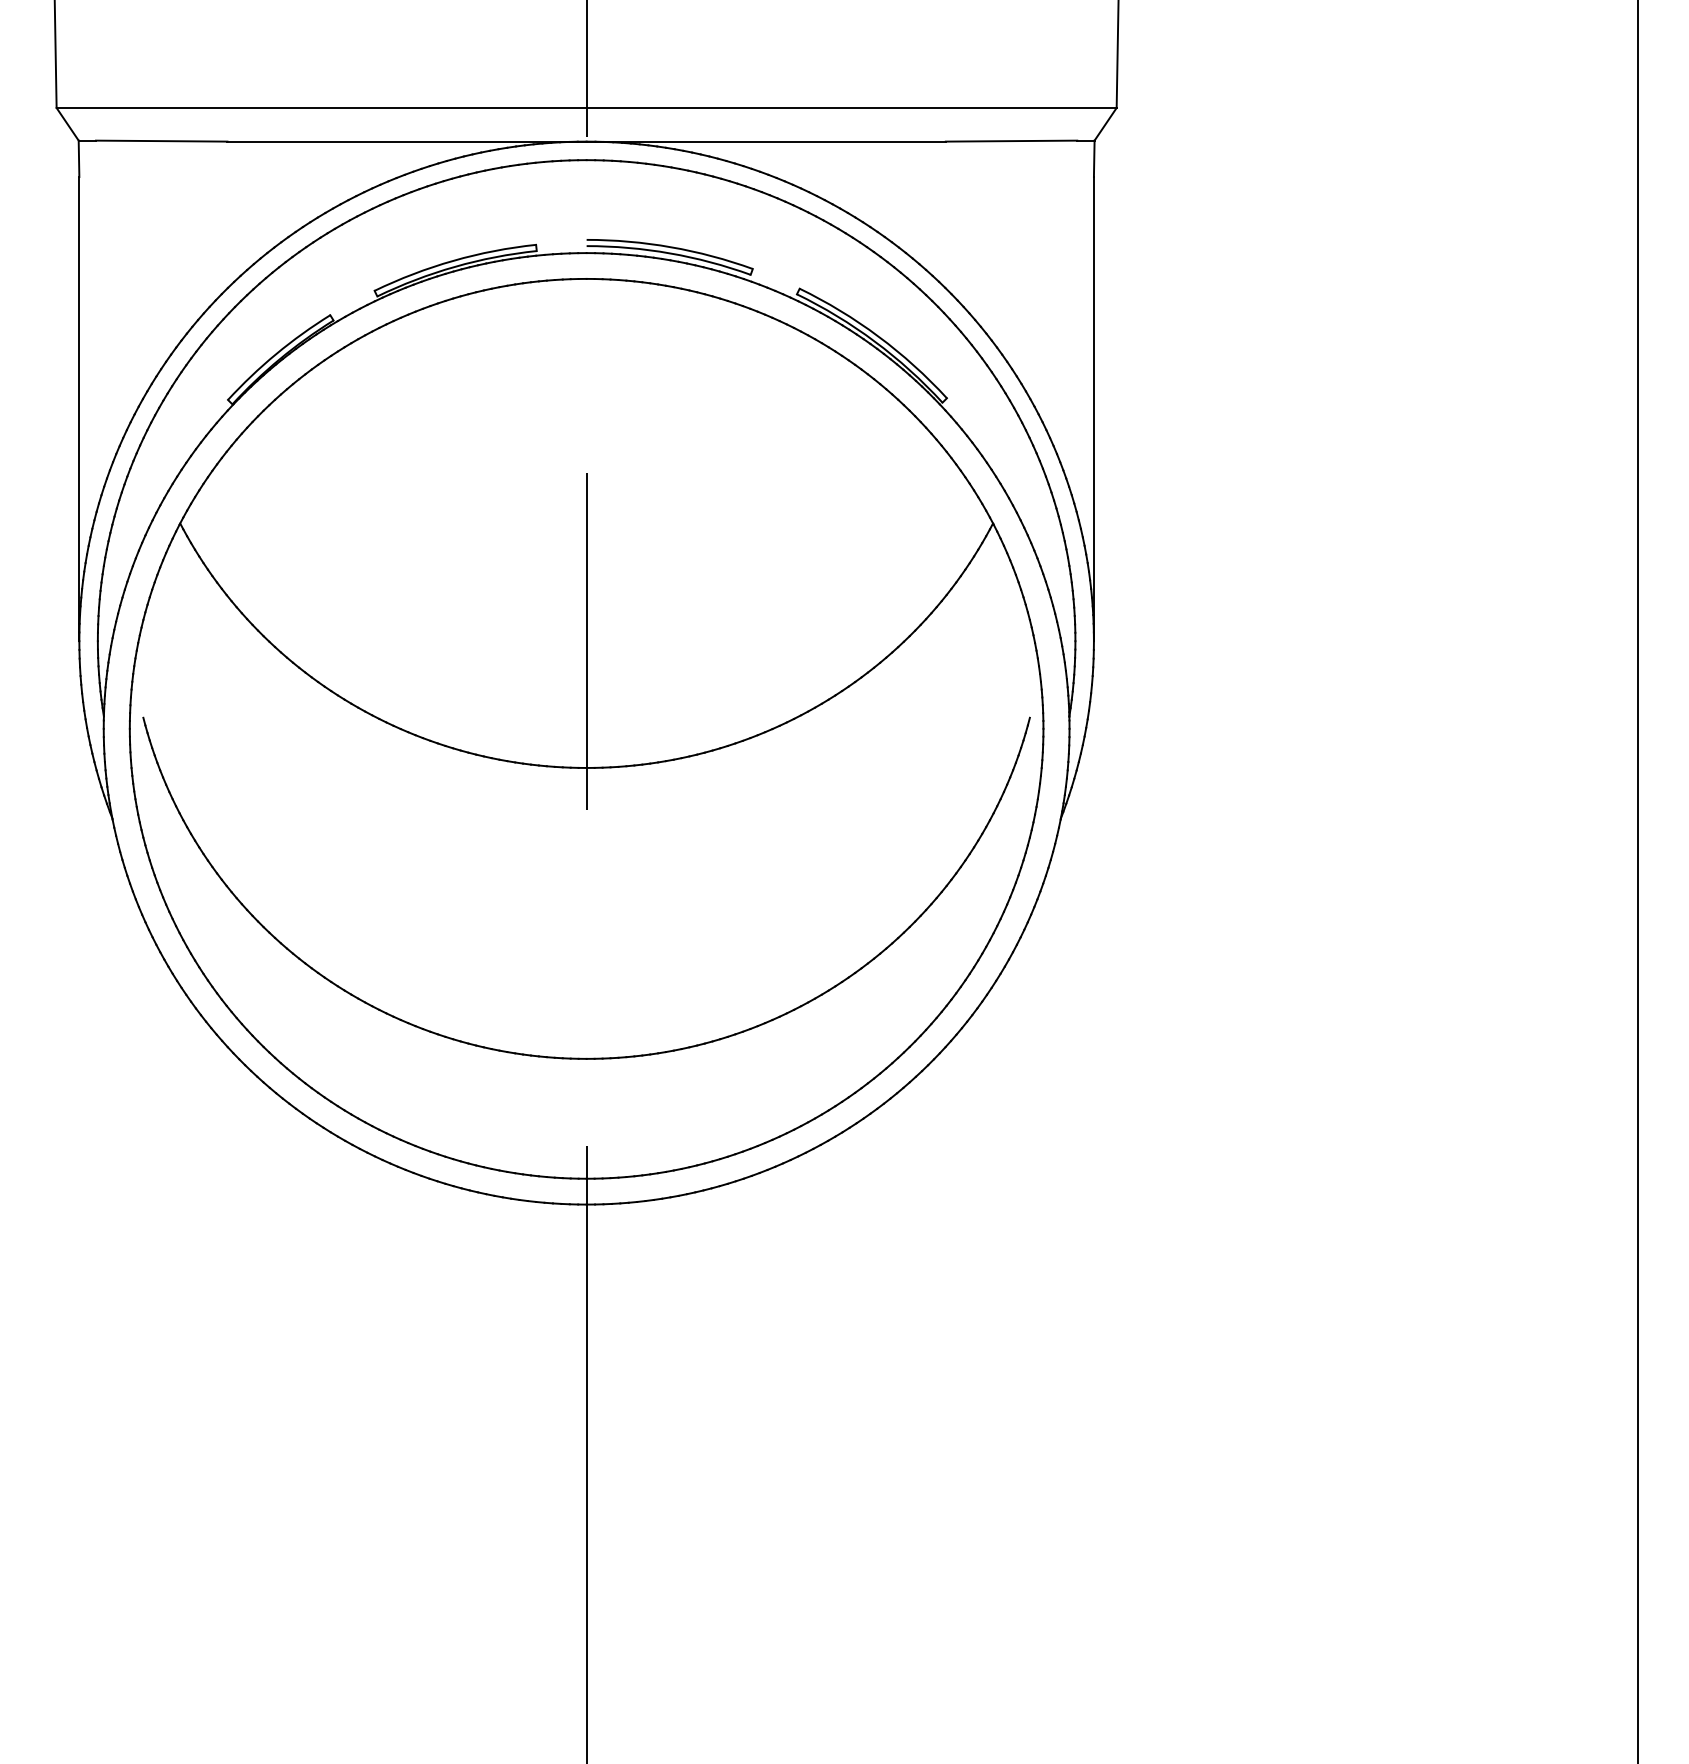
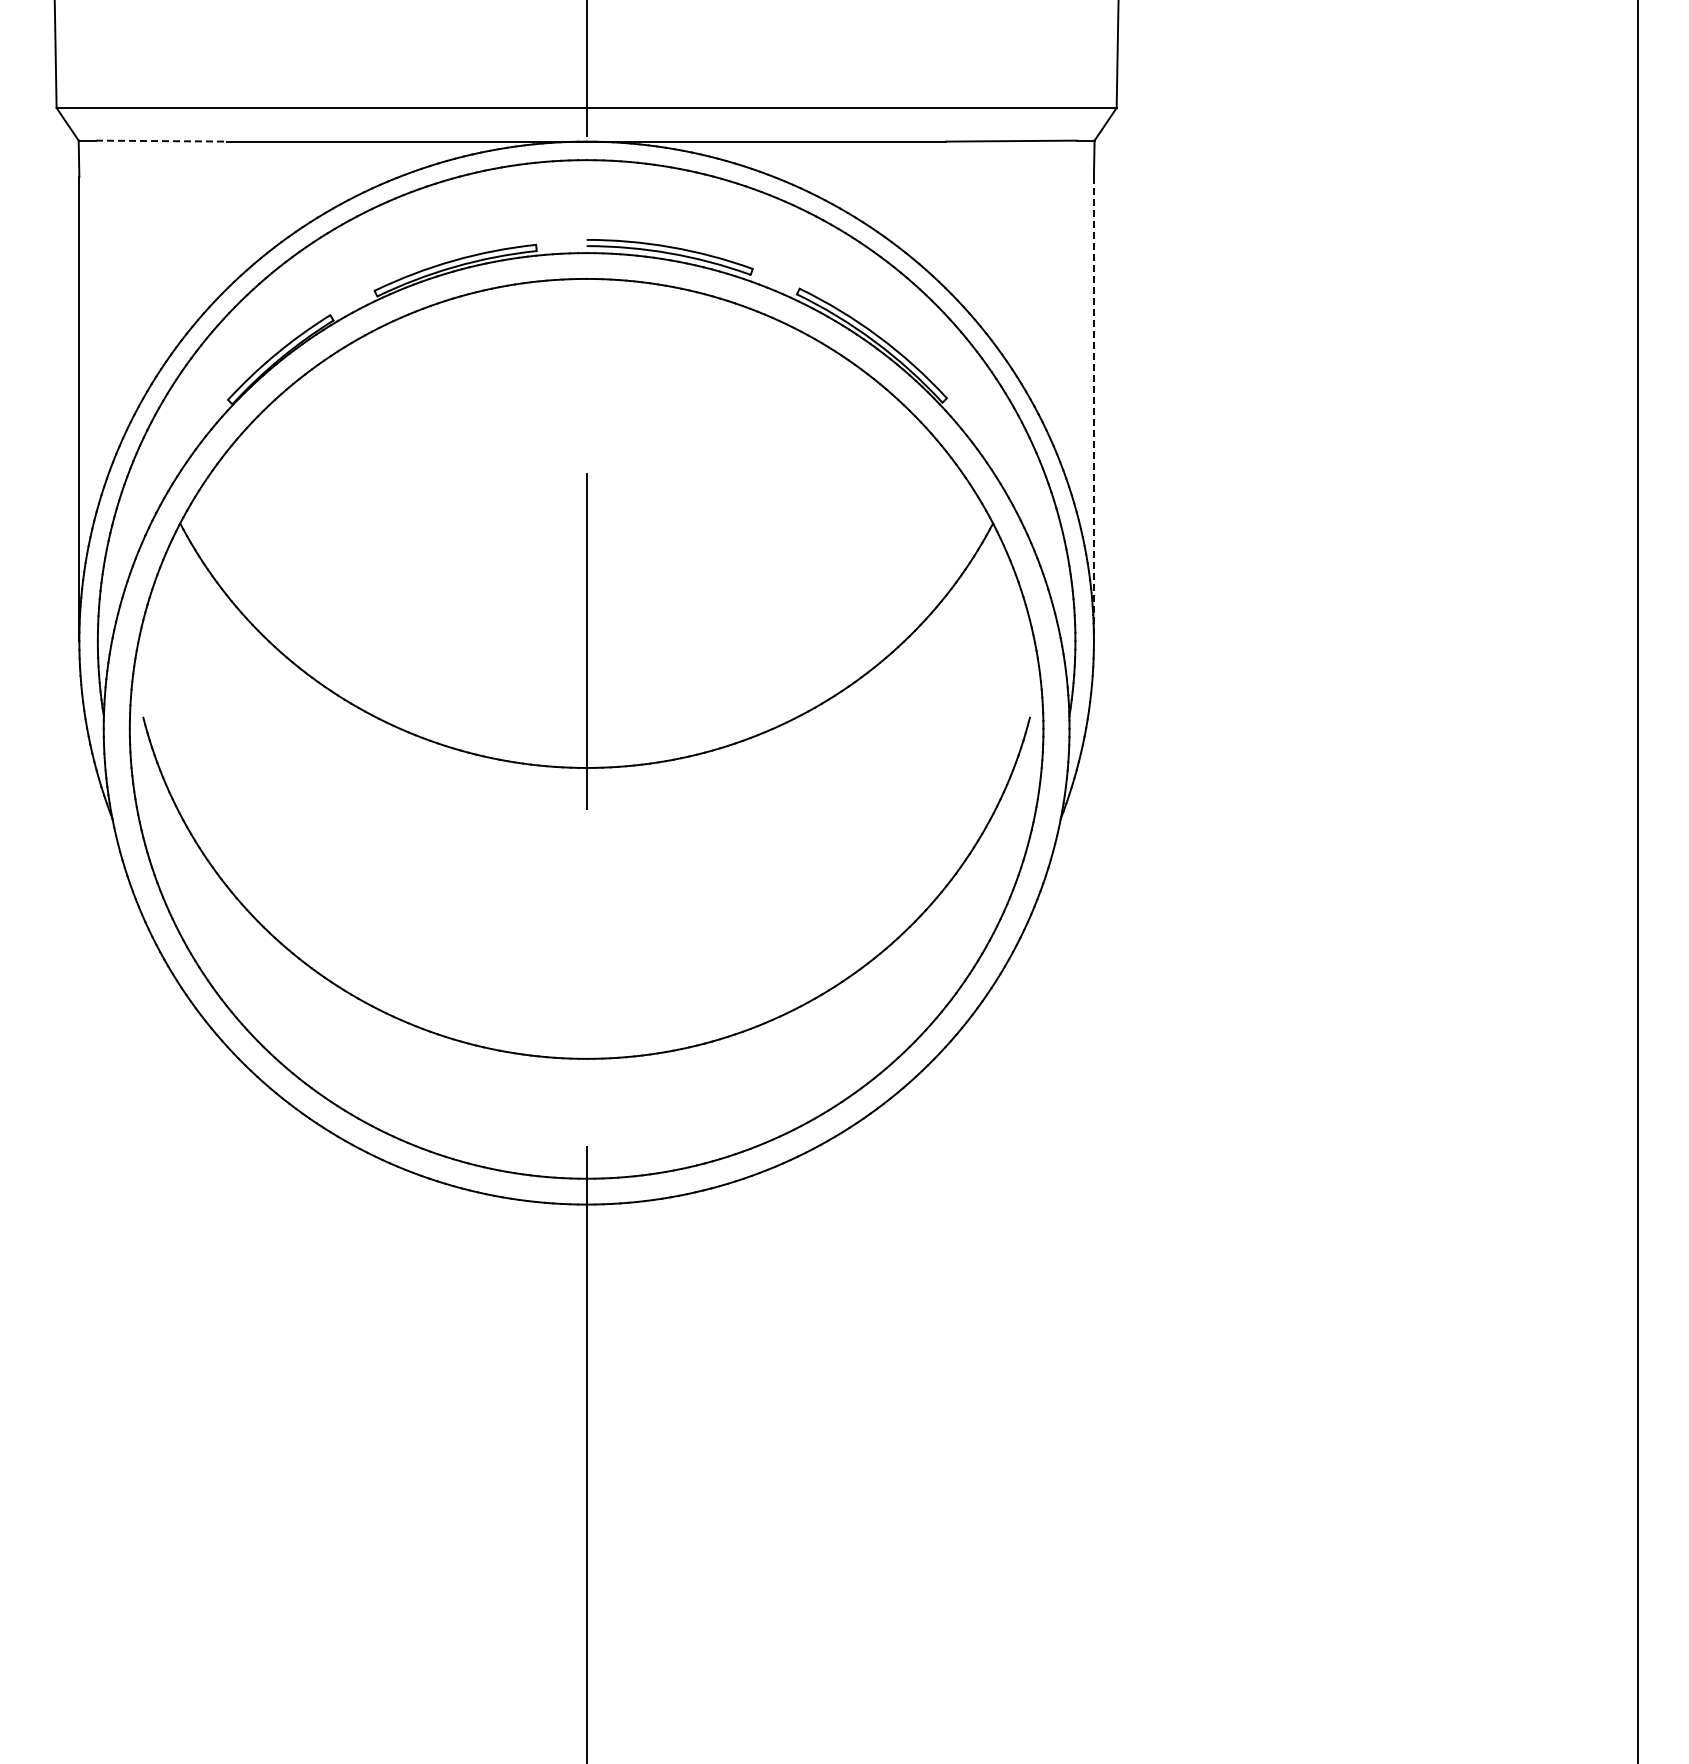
line at (161, 141): solid -> dashed
line at (1093, 409): solid -> dashed
